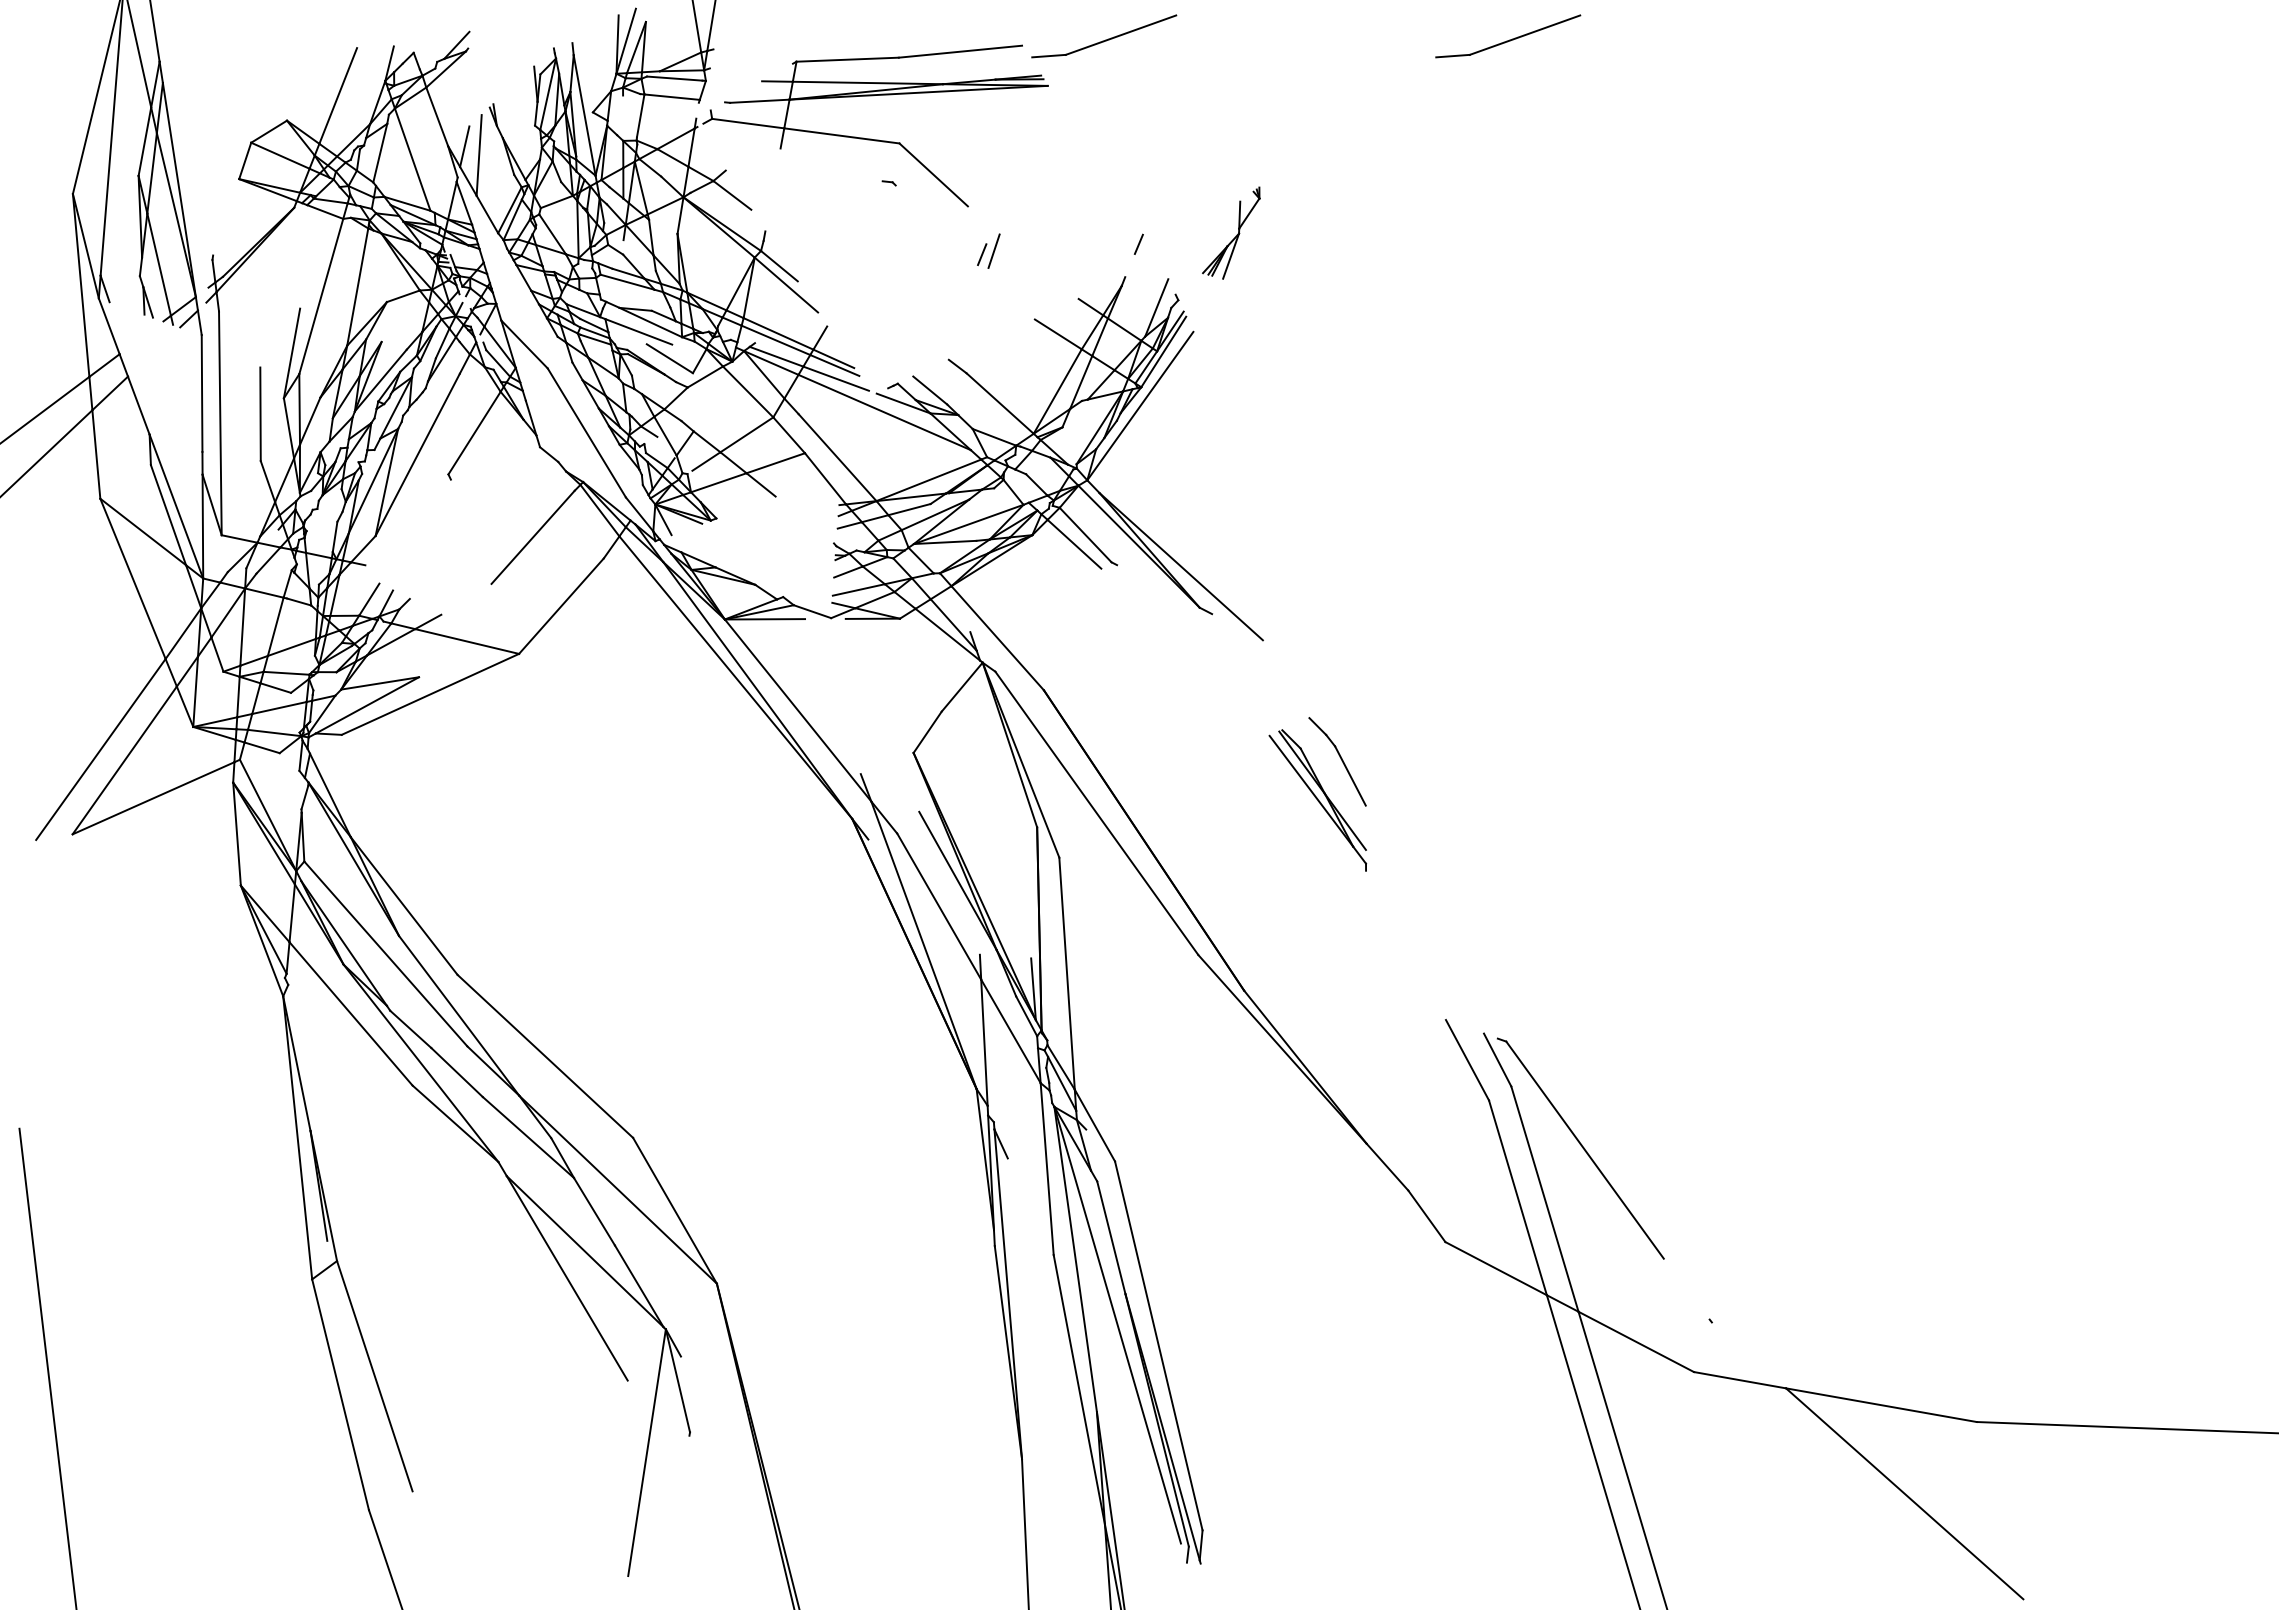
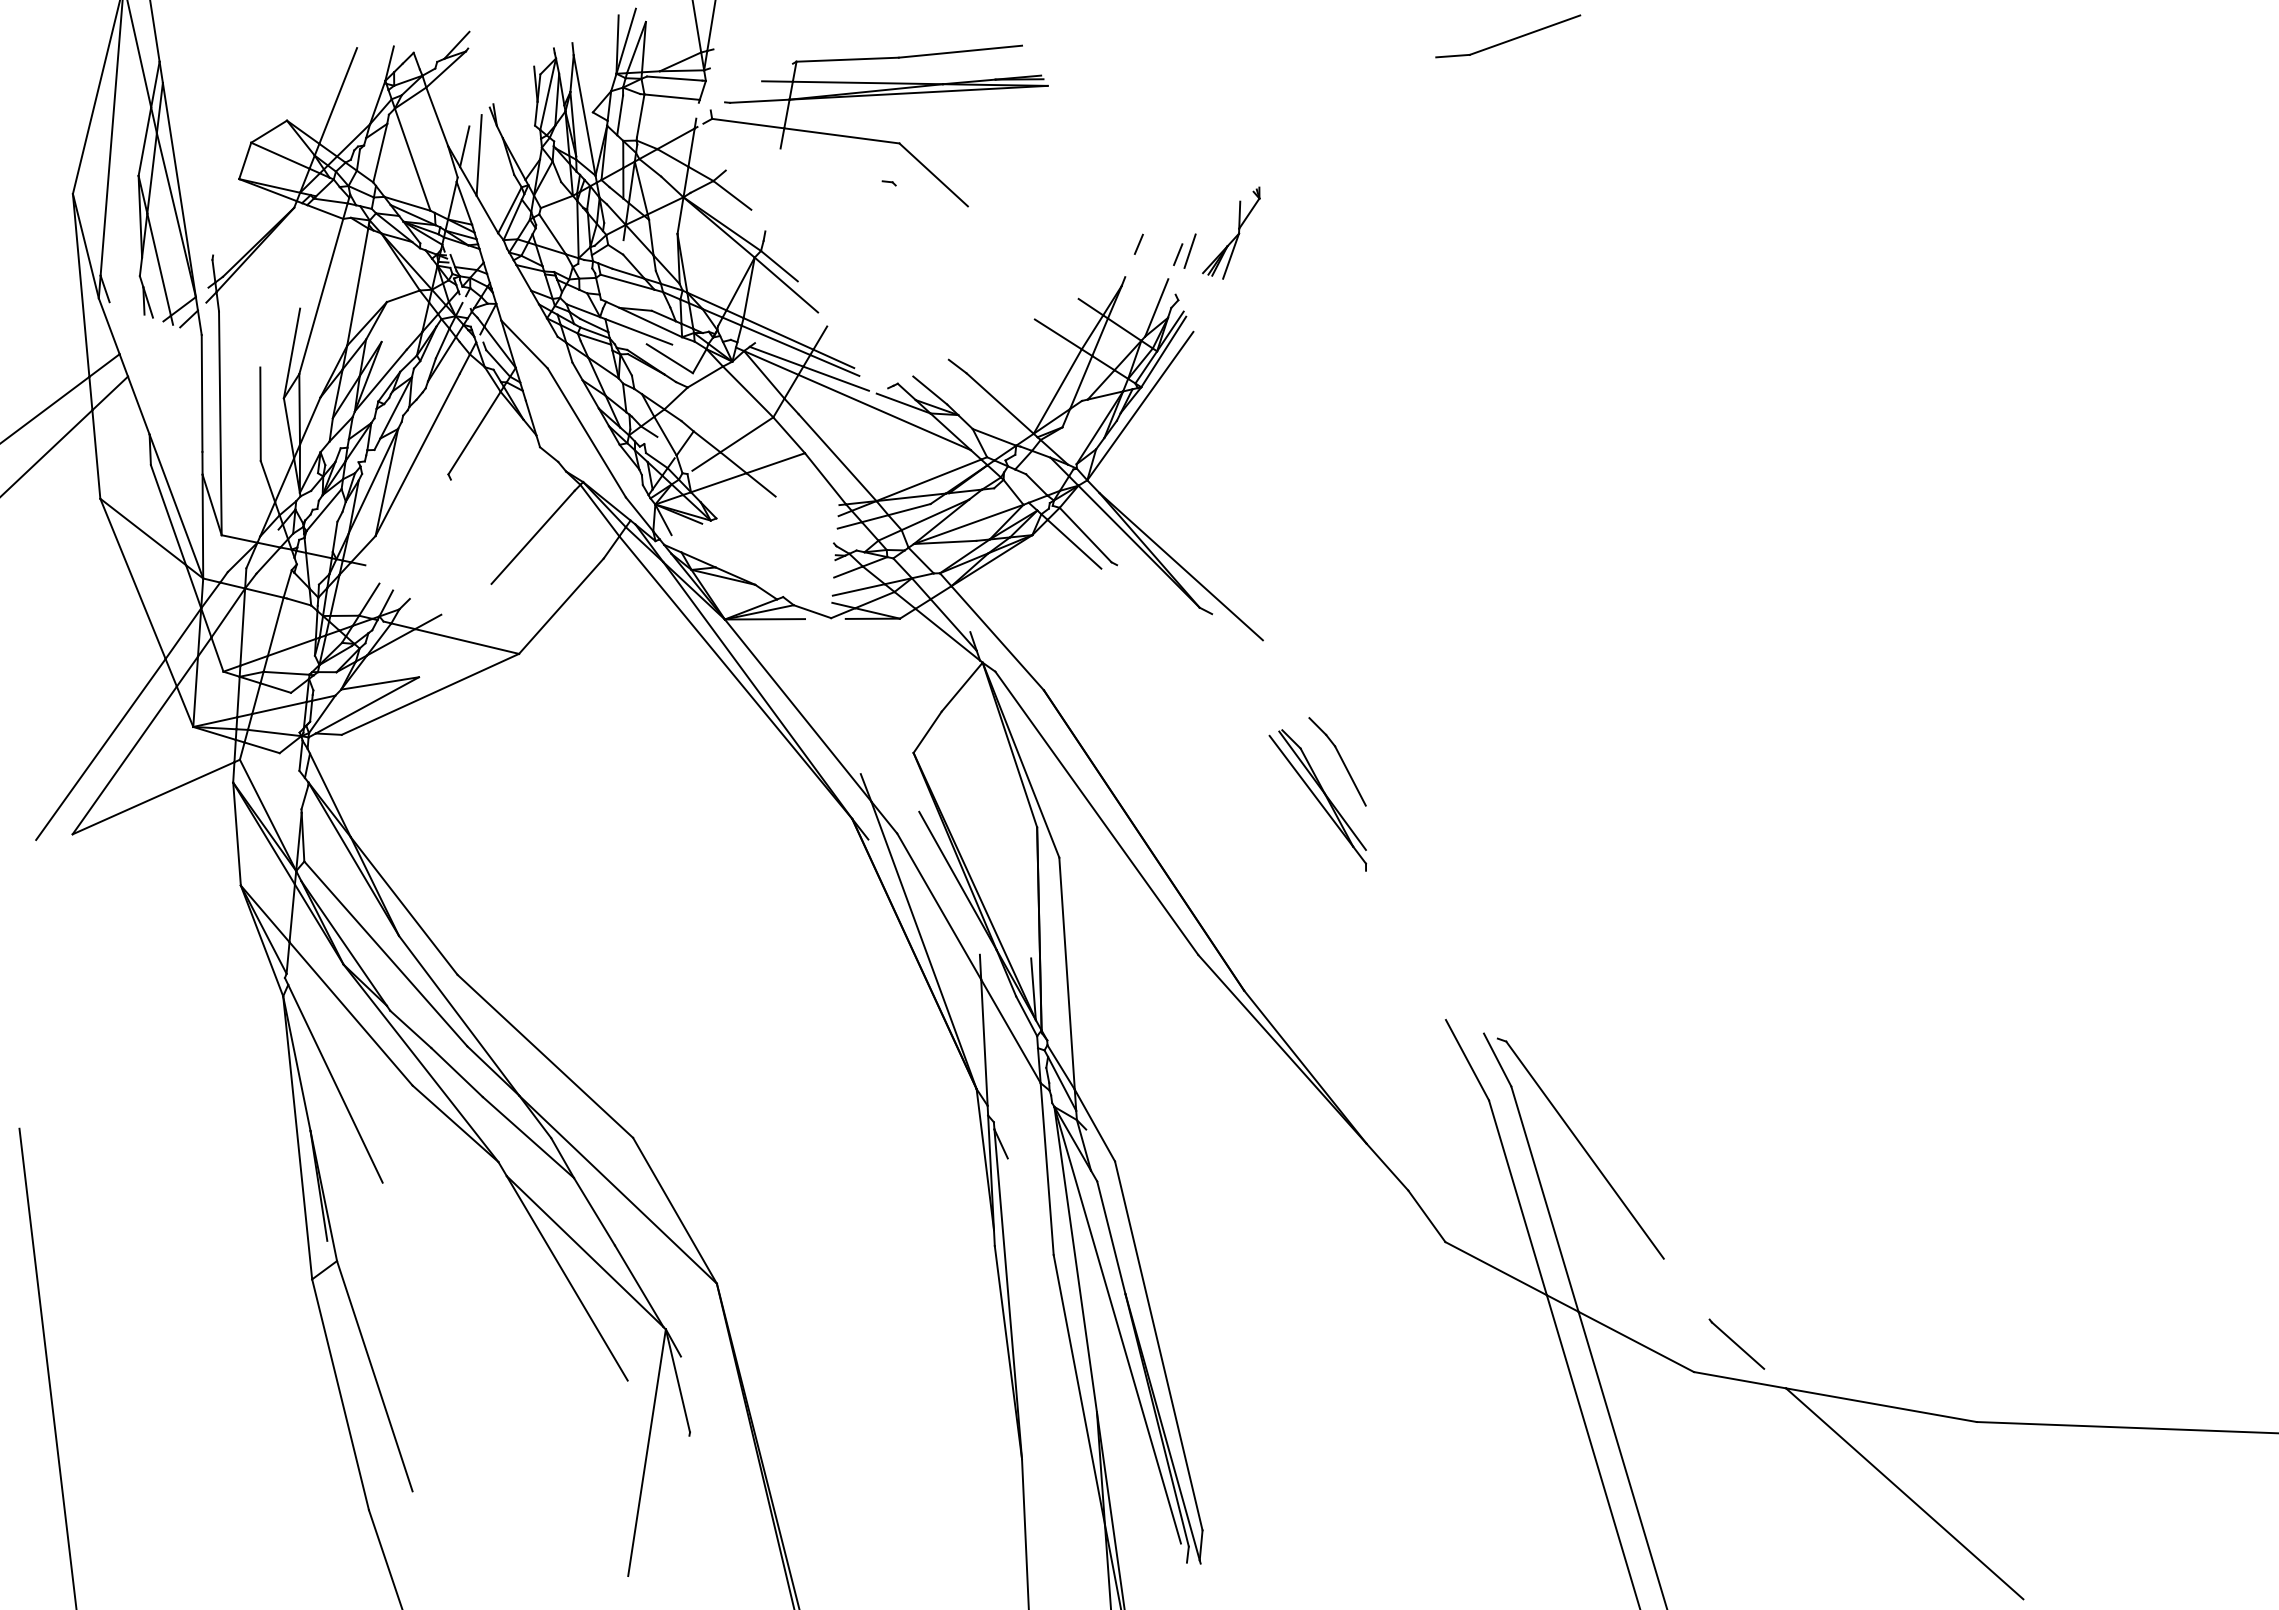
part at (1104, 36): present -> none
line at (620, 115): none -> present
part at (988, 250) position: (988, 250) -> (1184, 250)
line at (323, 510): none -> present
line at (335, 1083): none -> present
line at (1737, 1345): none -> present
